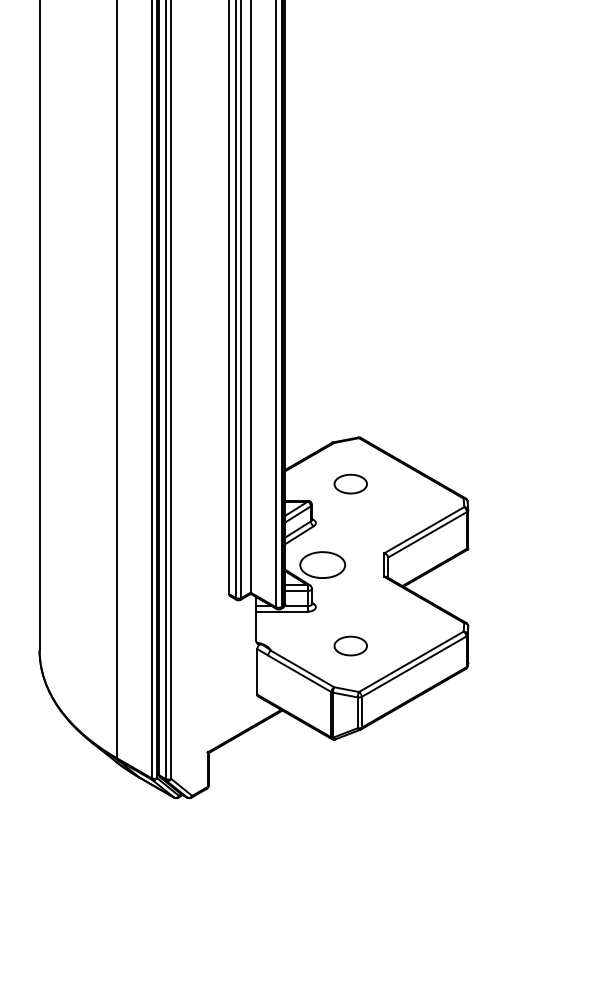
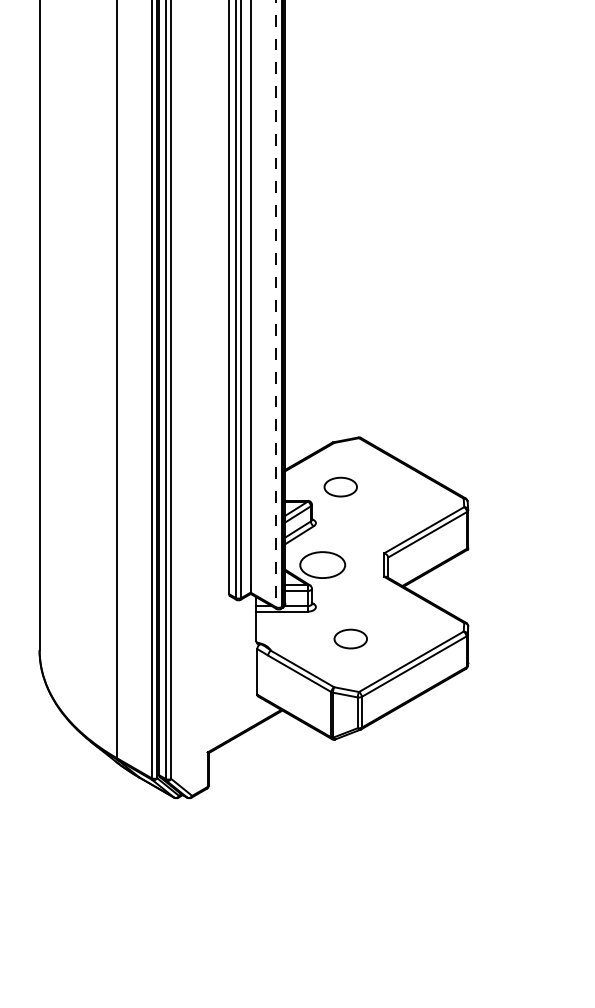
line at (275, 304): solid -> dashed
part at (350, 483) position: (350, 483) -> (340, 486)
part at (350, 645) position: (350, 645) -> (350, 638)
